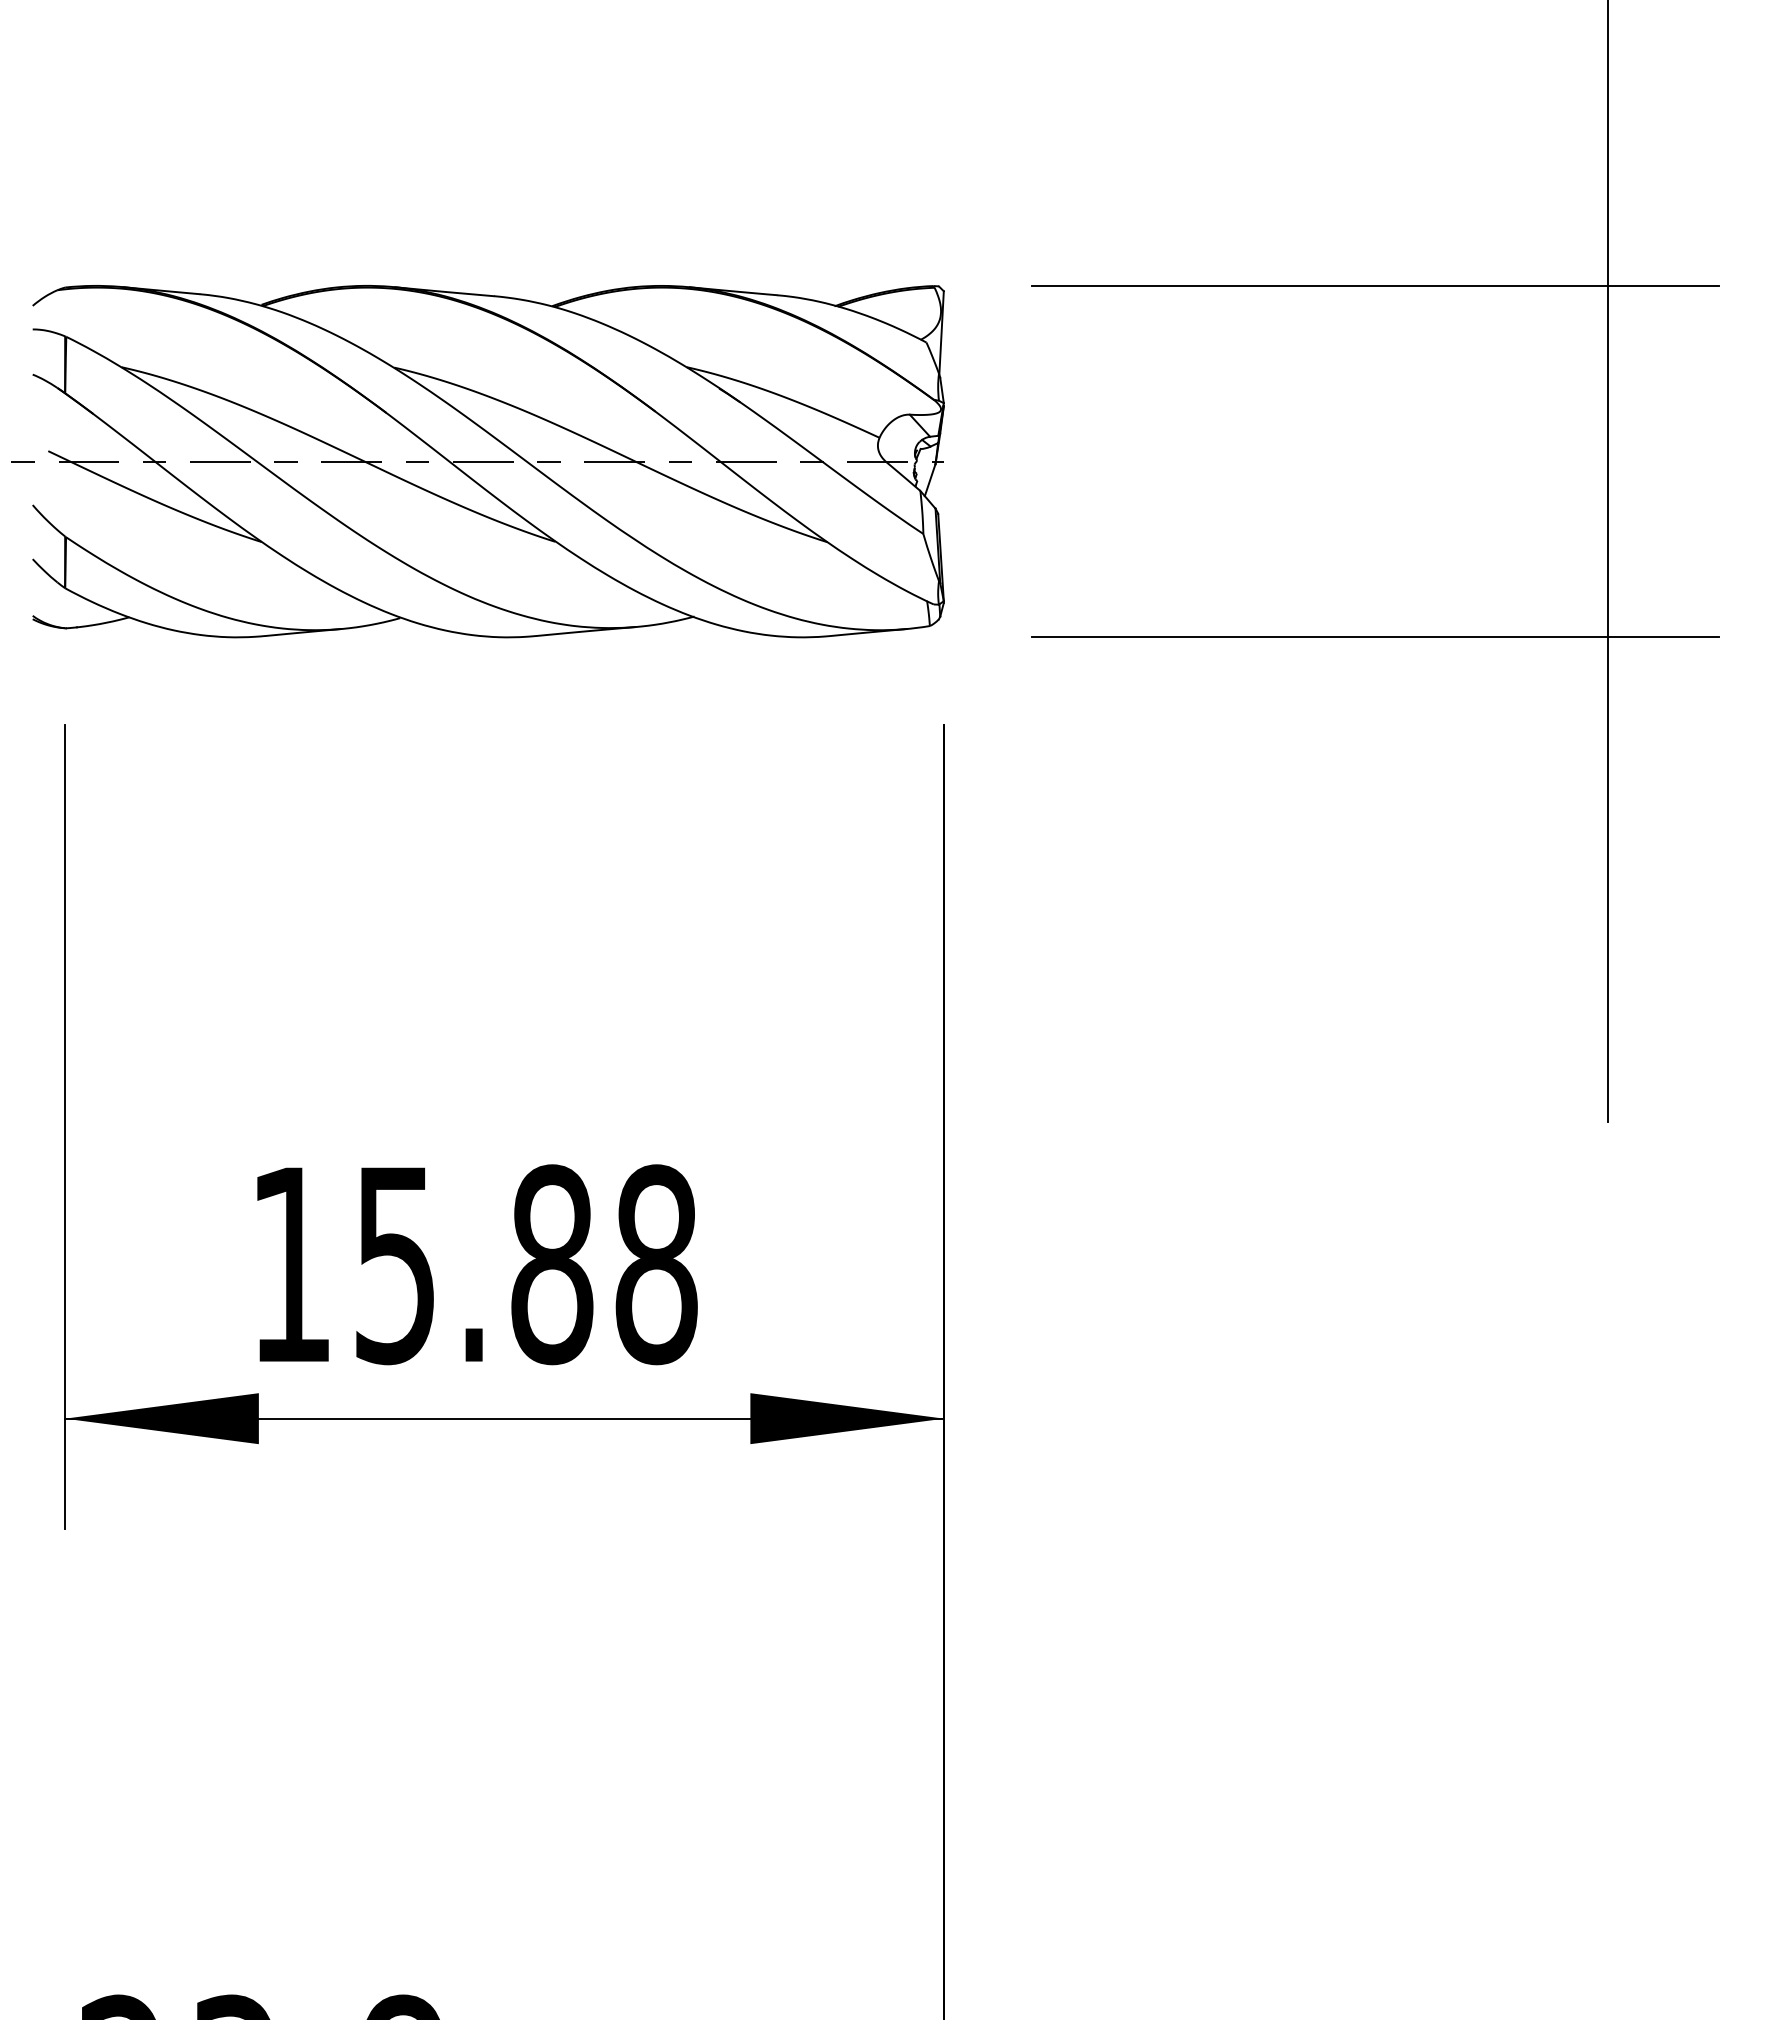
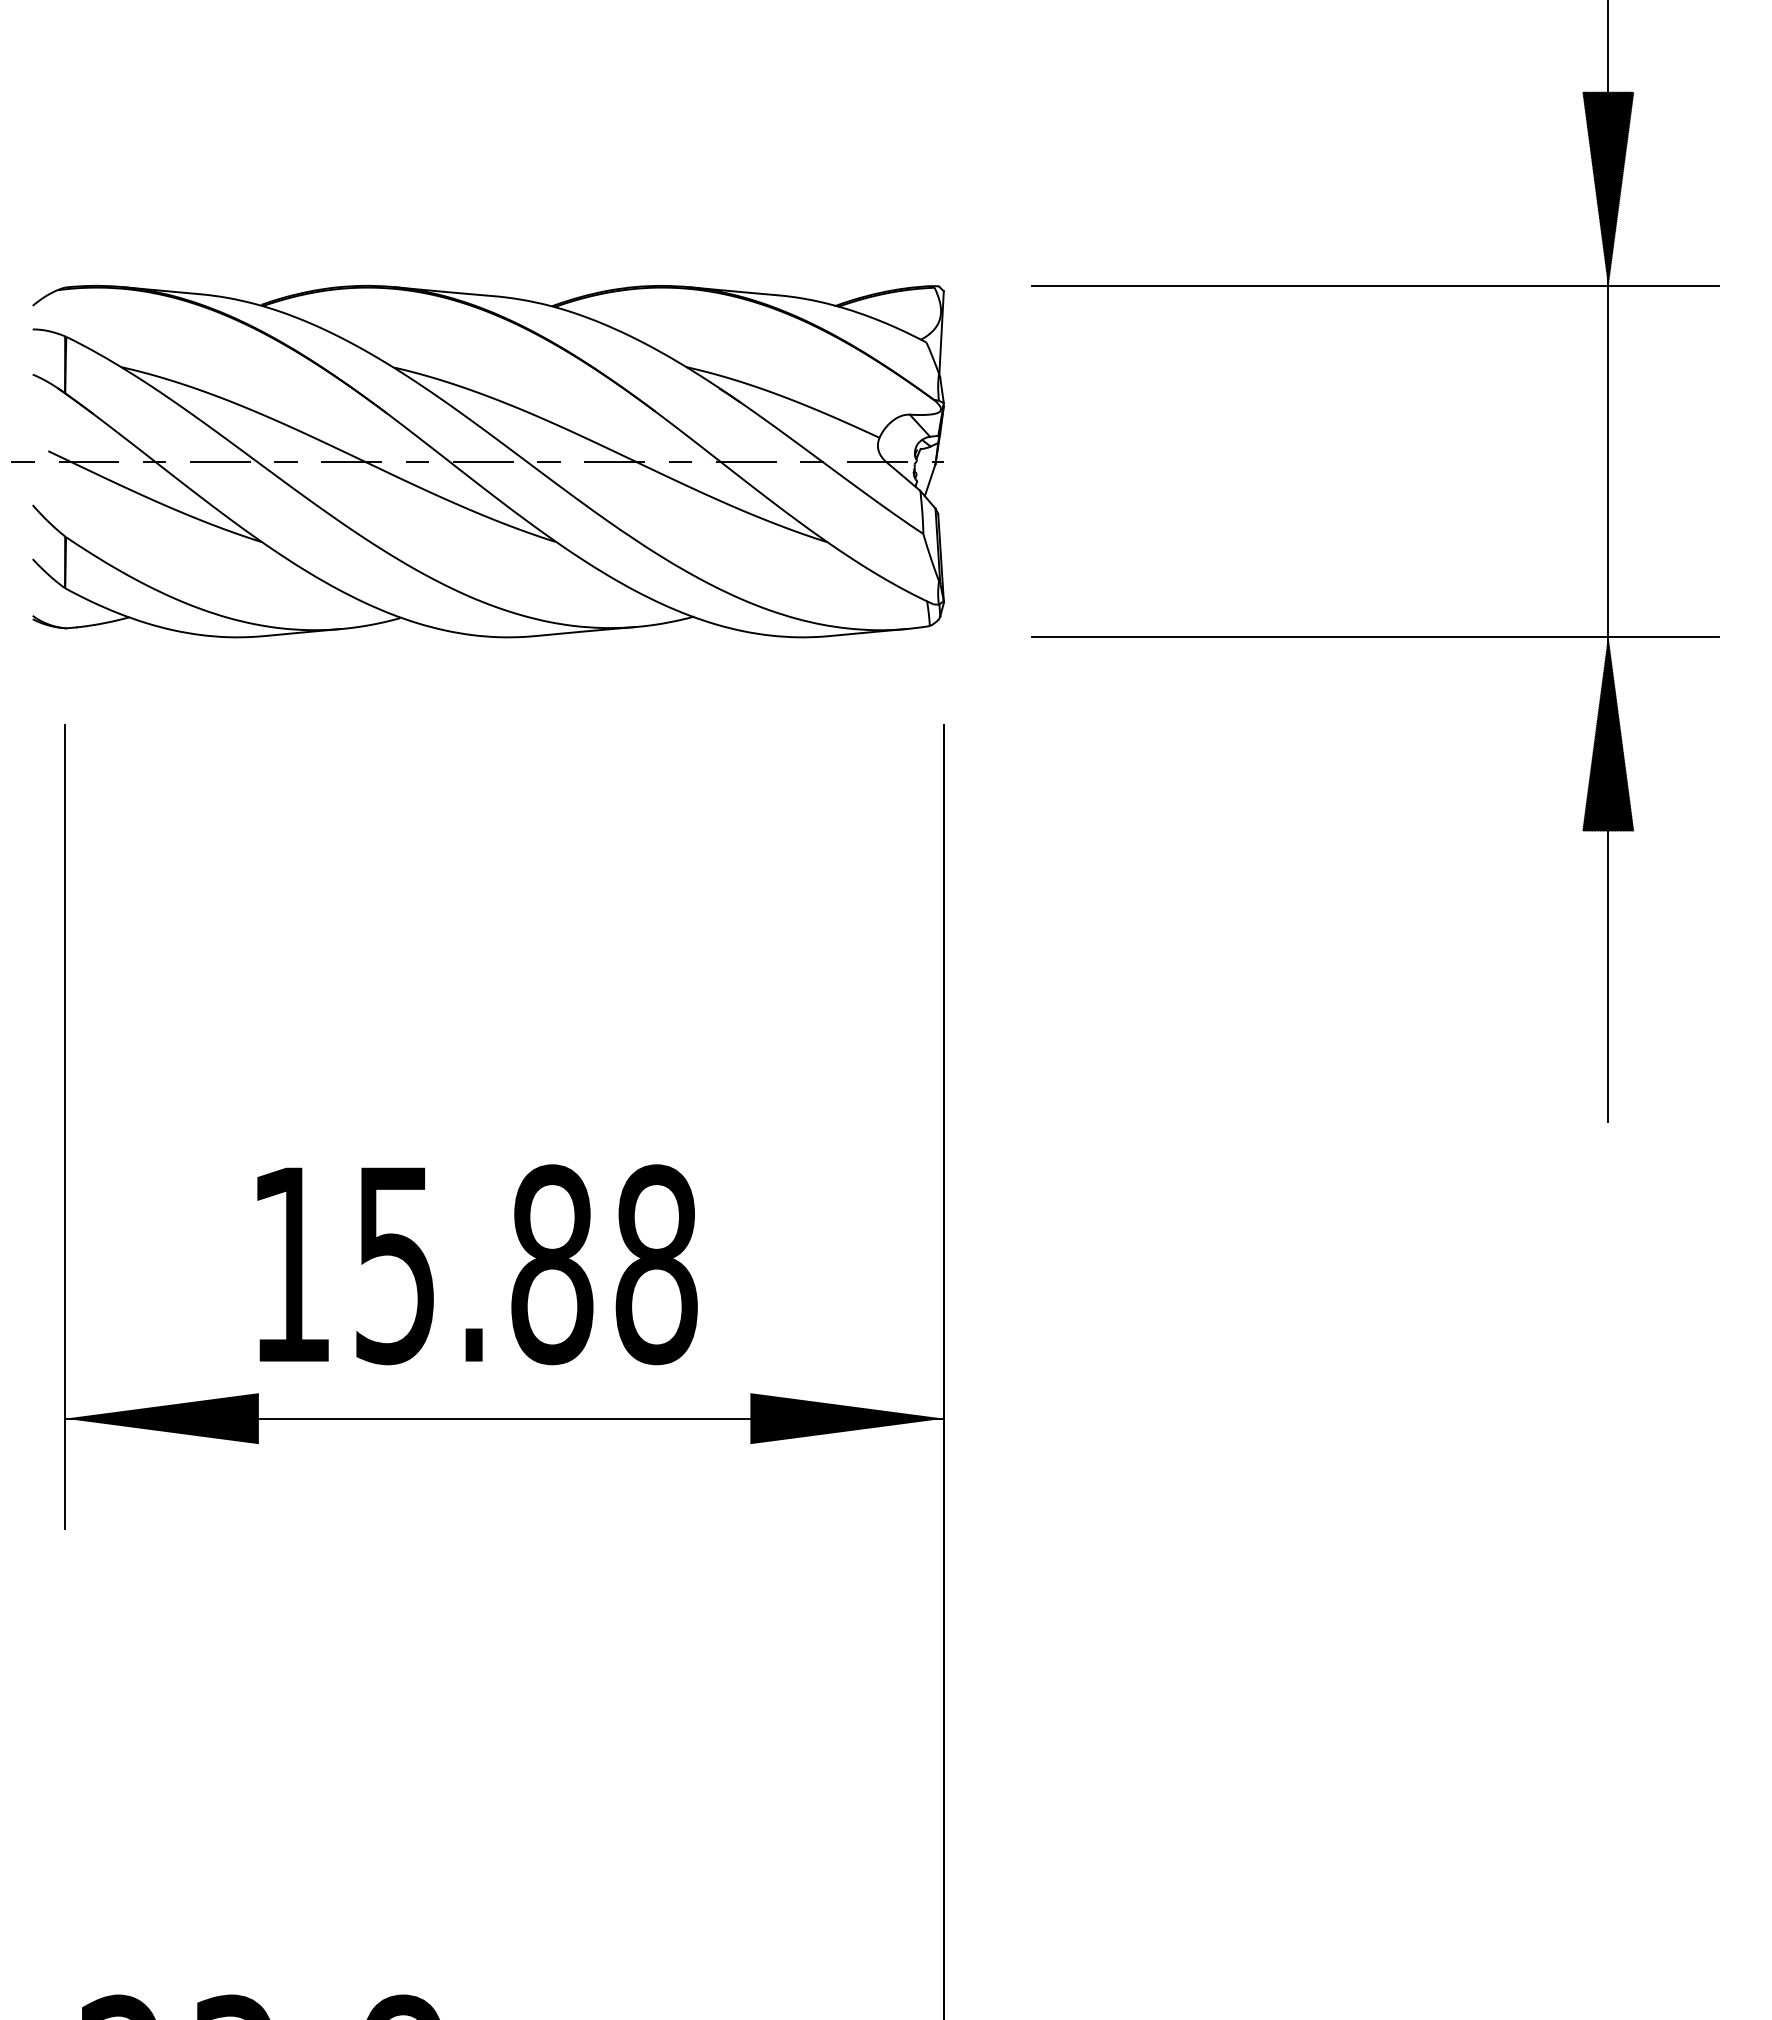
hatch at (1607, 188): none -> present
hatch at (1607, 734): none -> present
